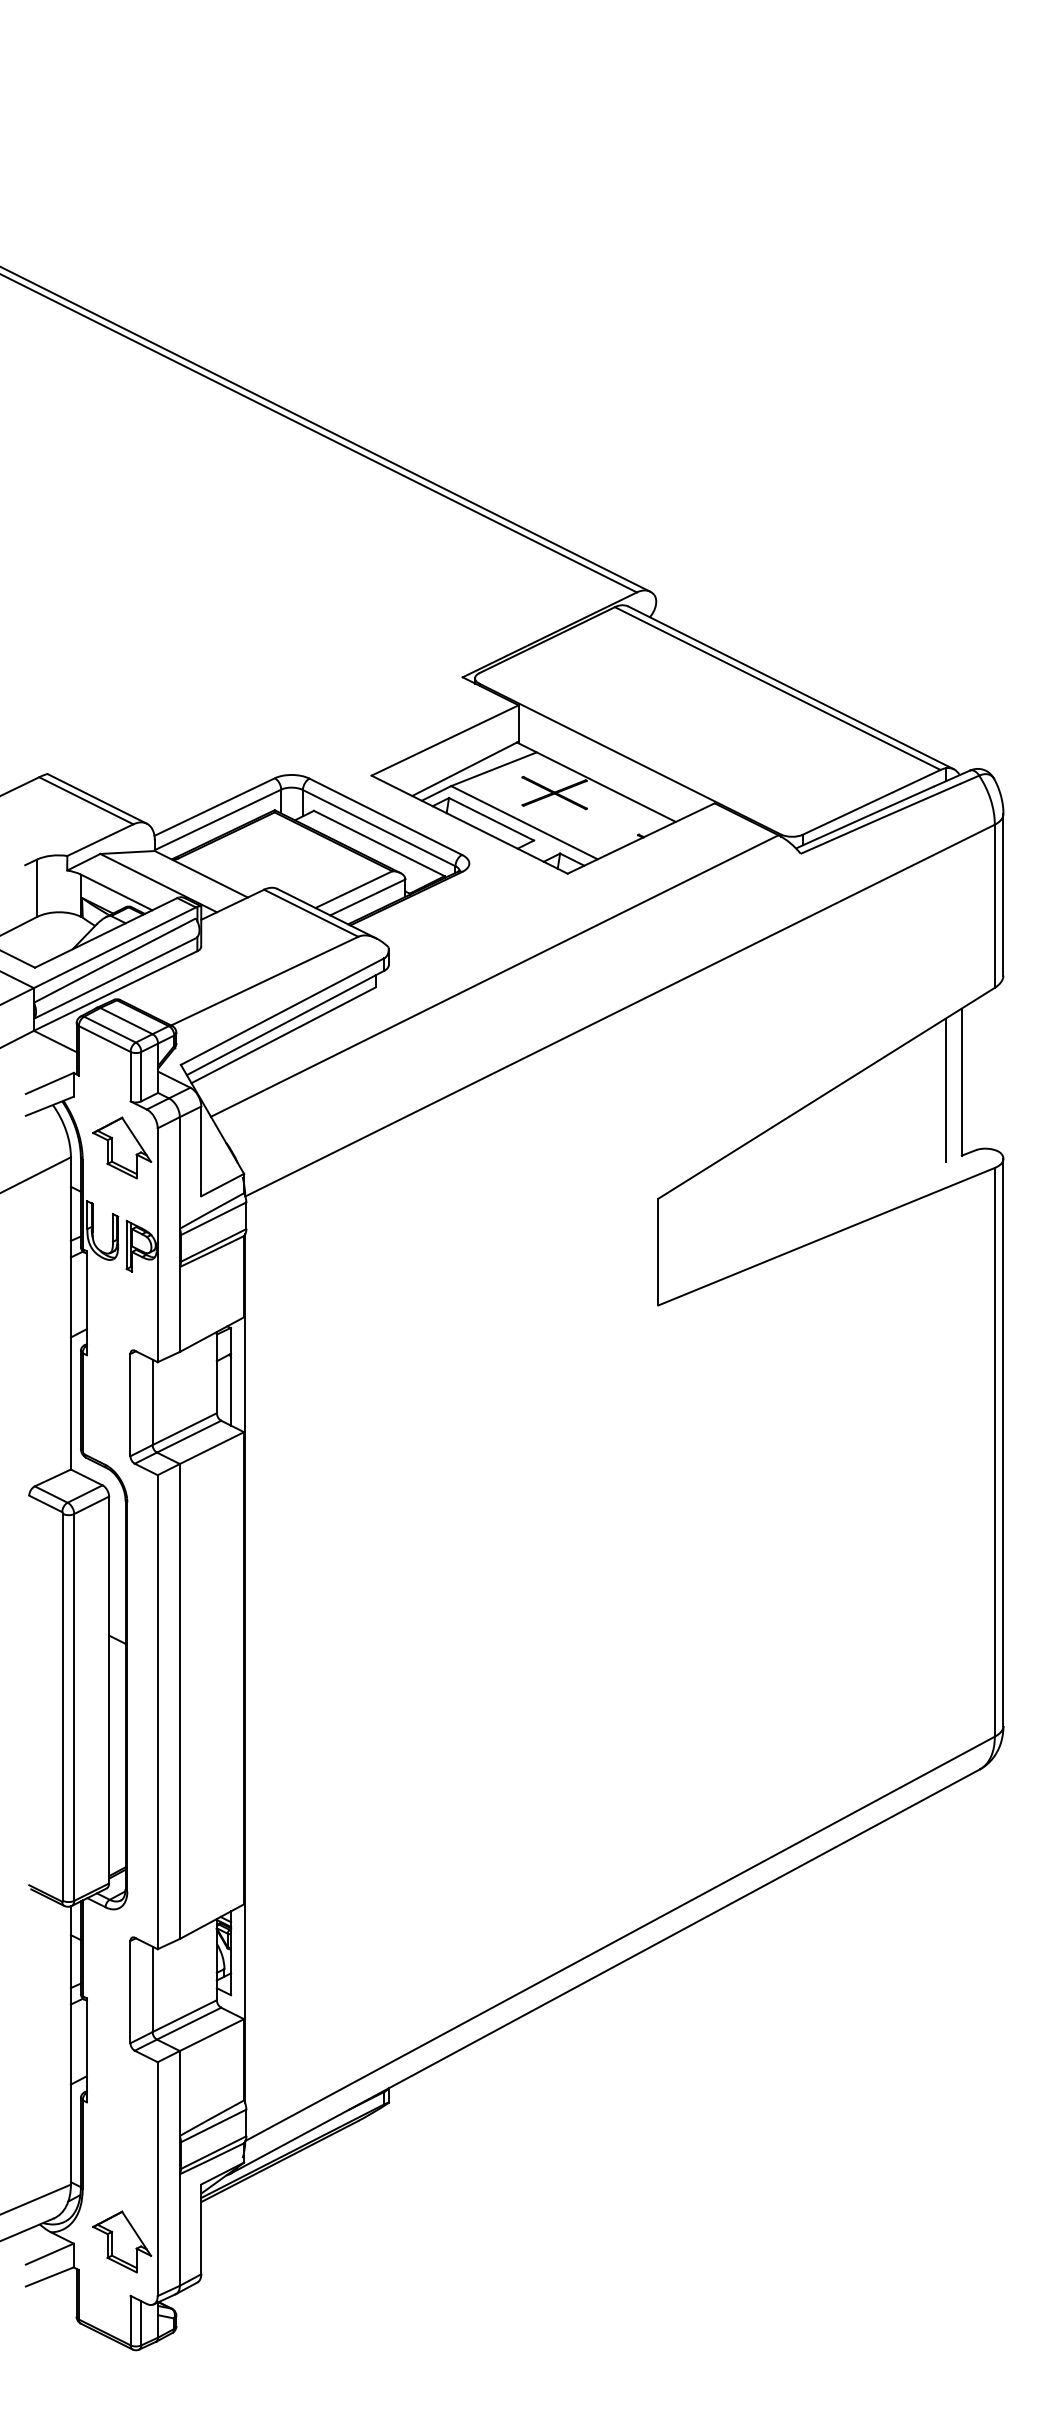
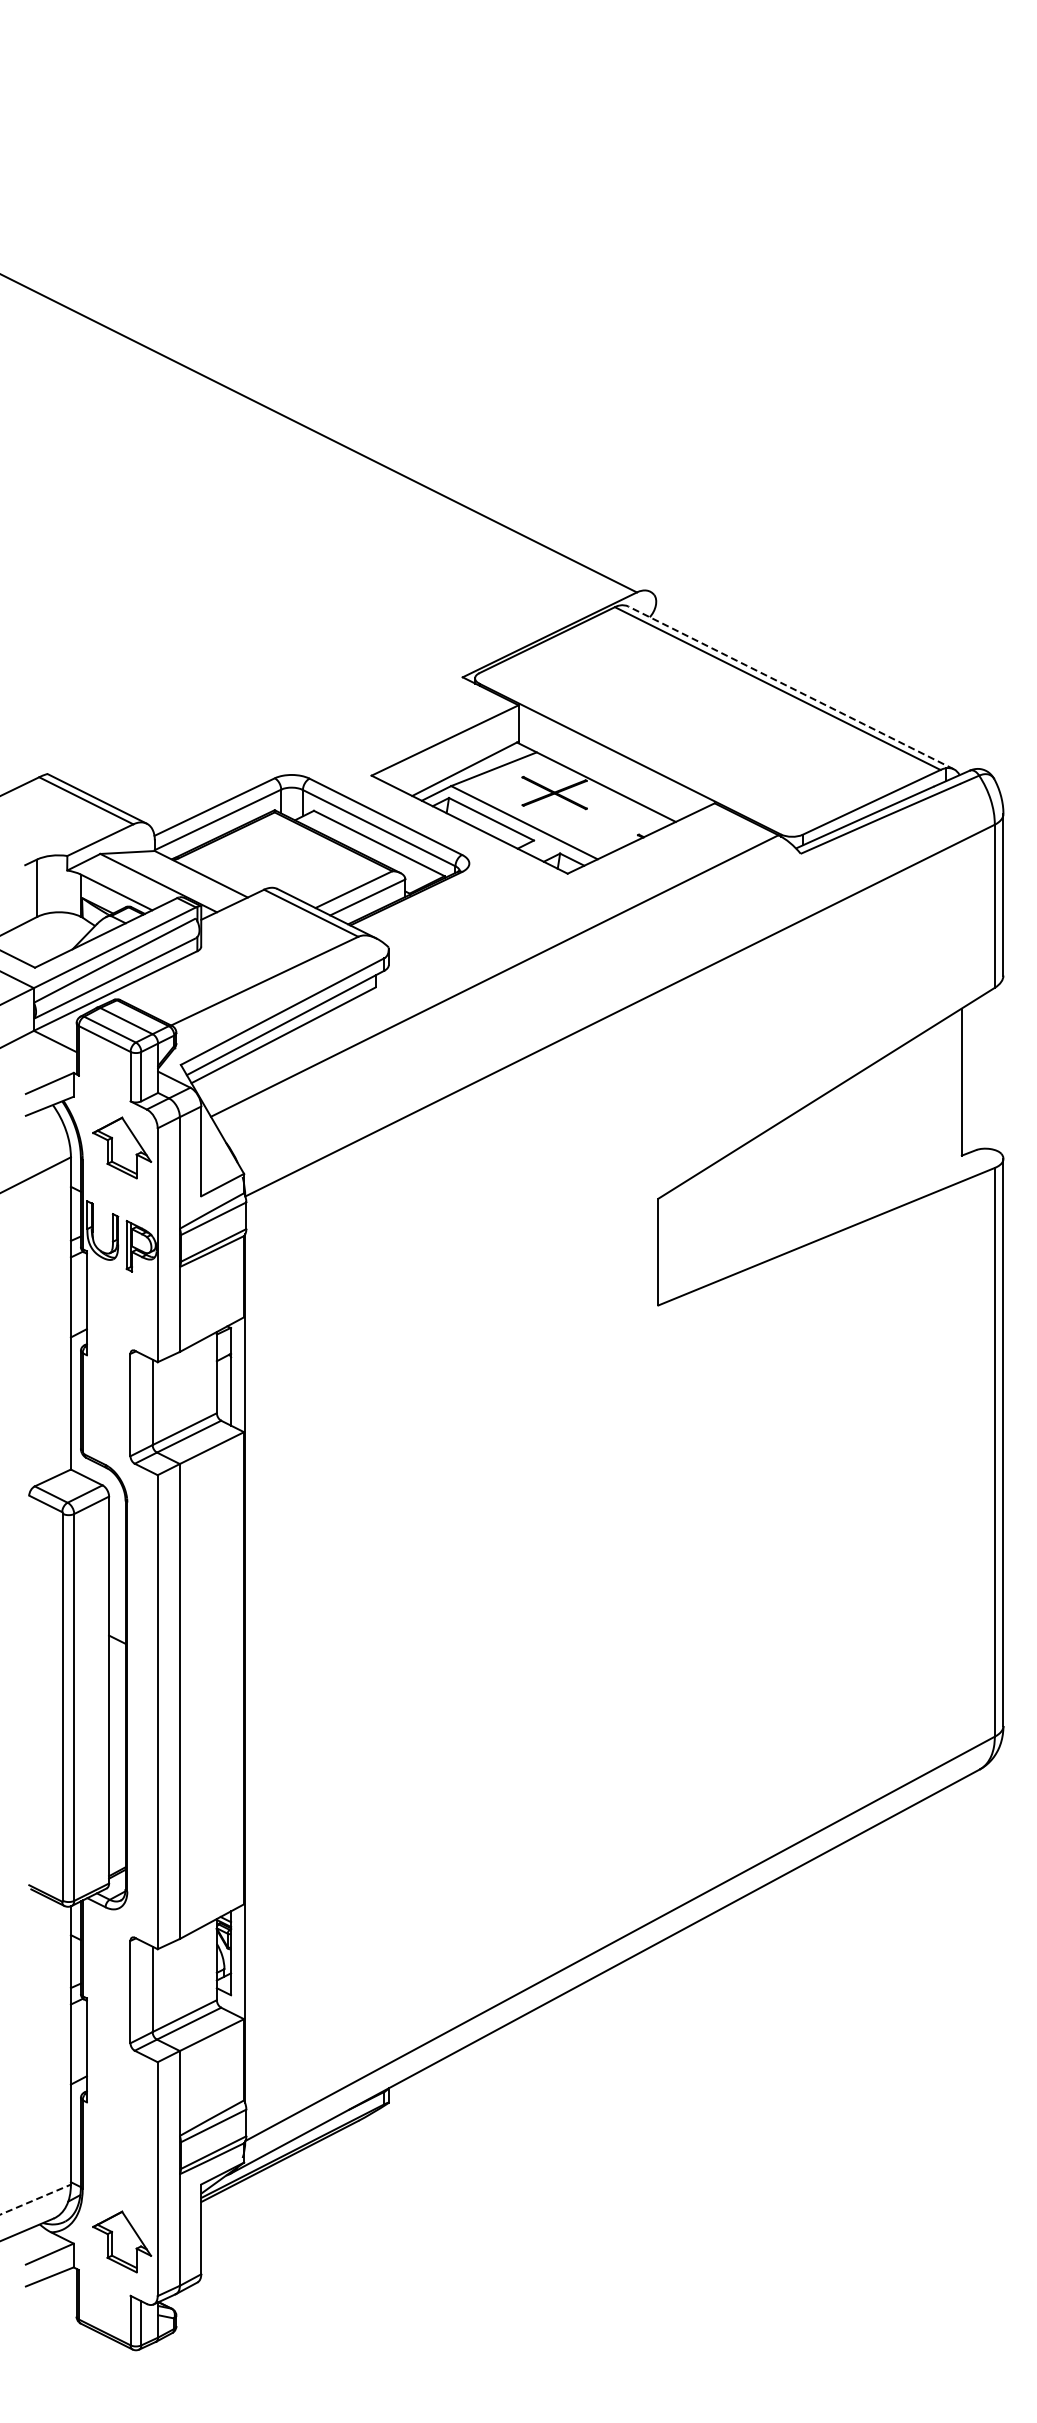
line at (326, 429): present -> none
line at (791, 687): solid -> dashed
line at (945, 1089): present -> none
line at (36, 2199): solid -> dashed
